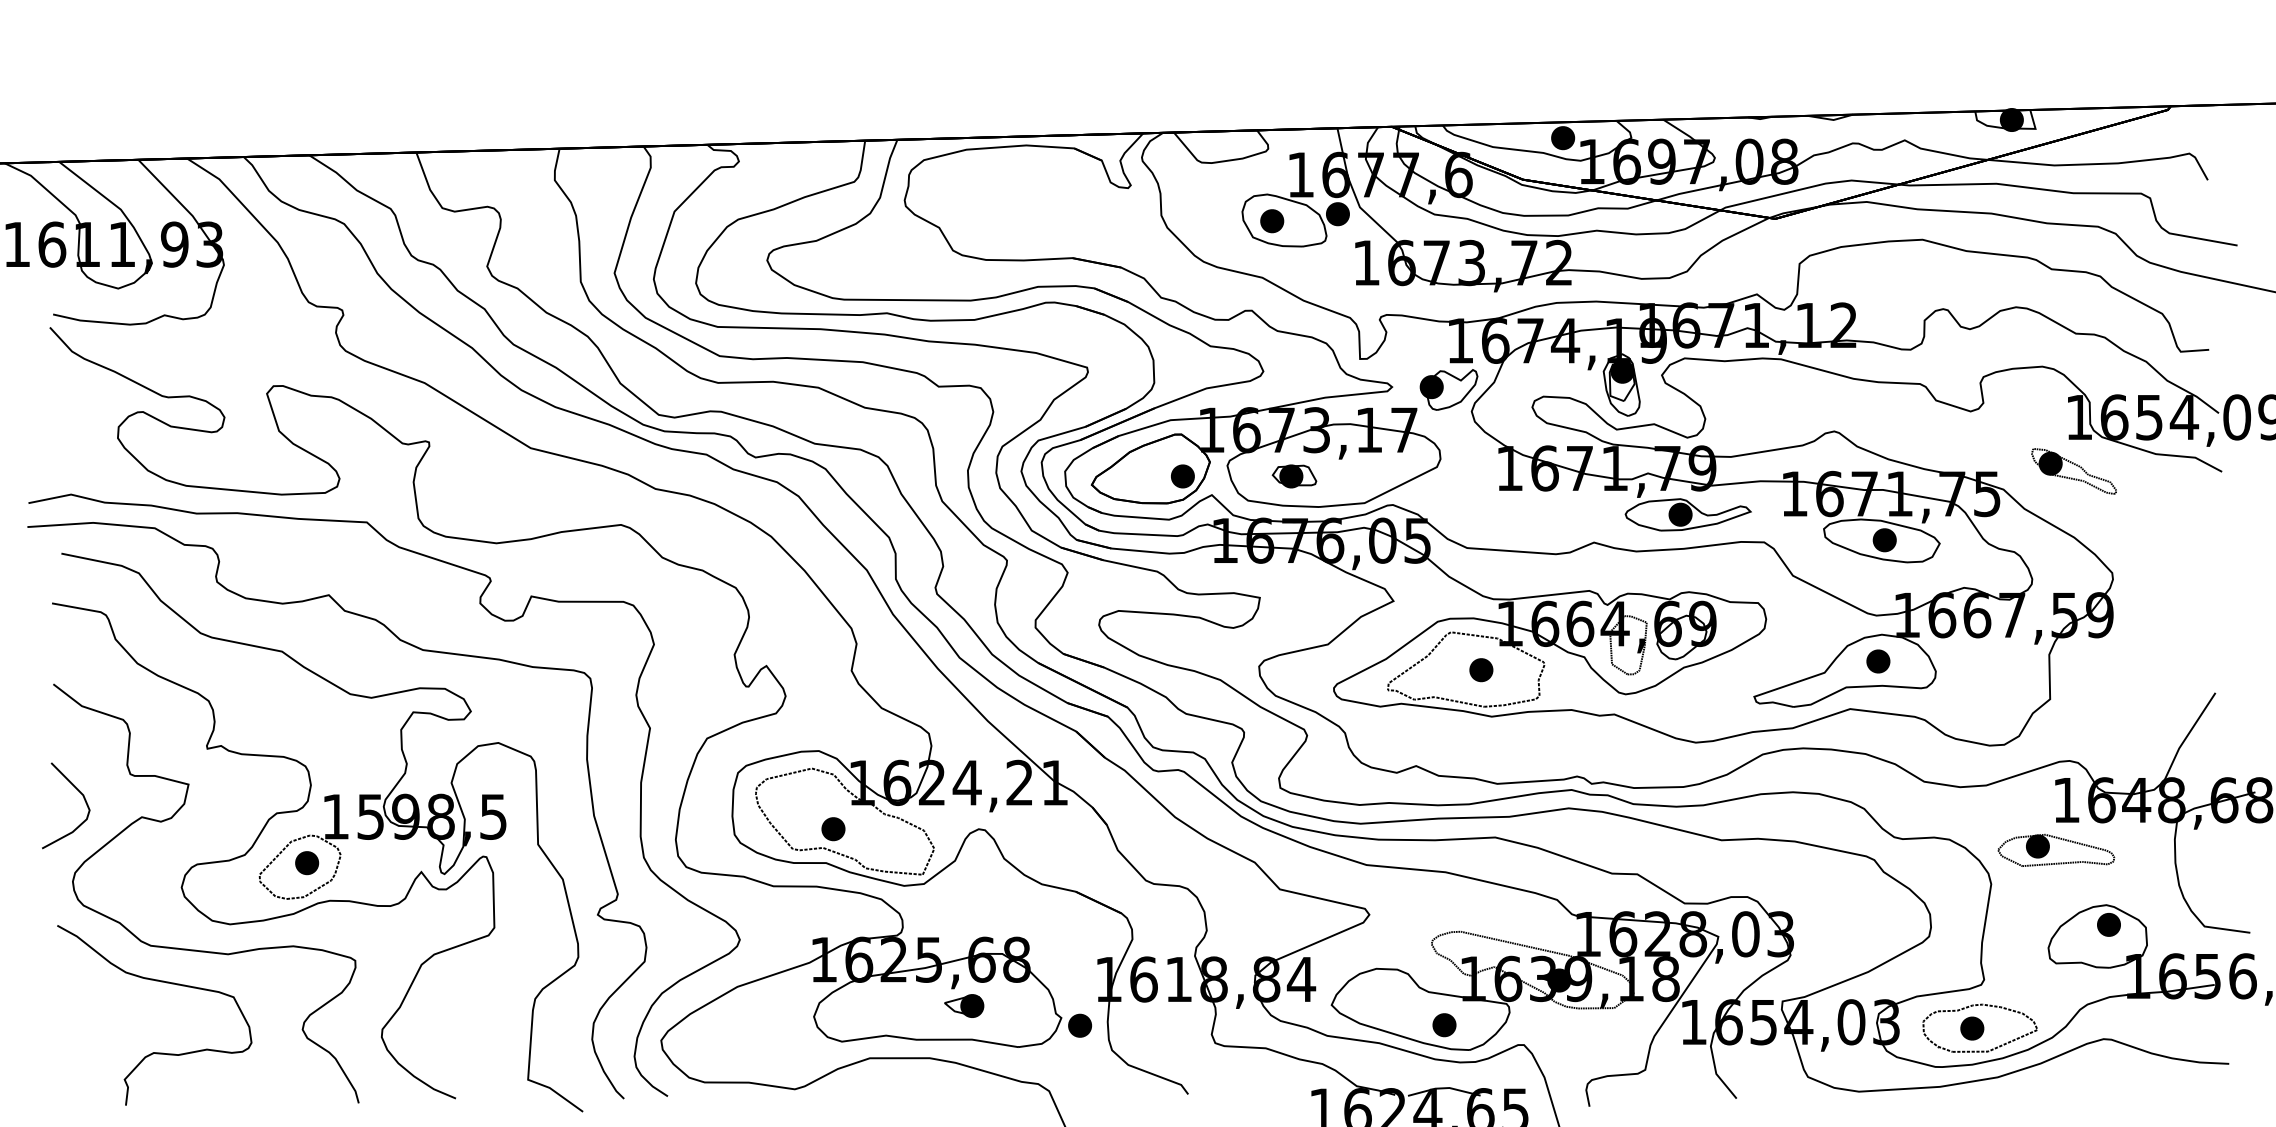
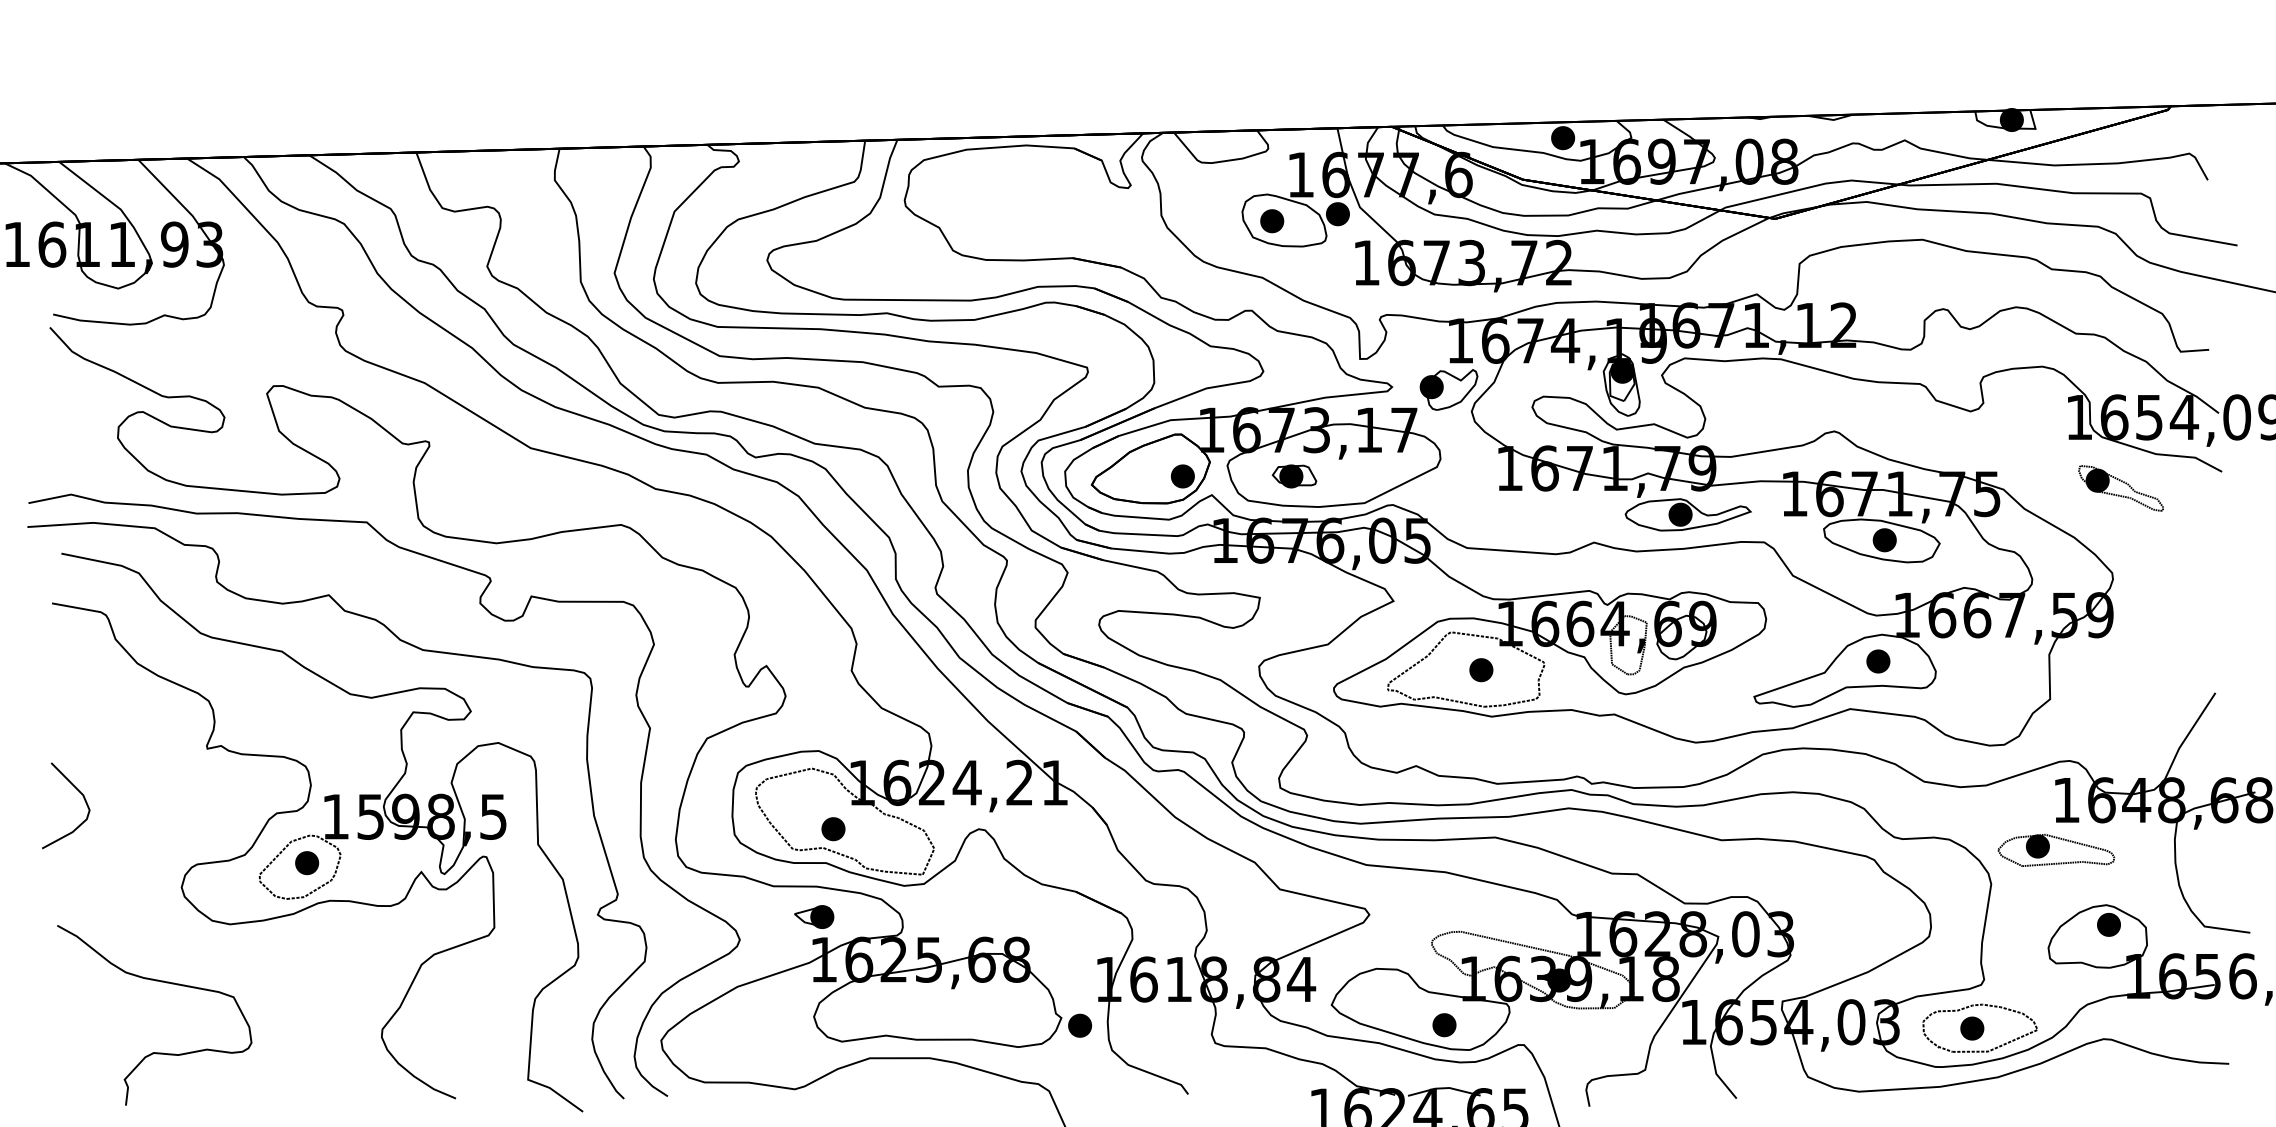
part at (2073, 471) position: (2073, 471) -> (2120, 488)
part at (196, 949): present -> none
part at (964, 1005) position: (964, 1005) -> (814, 916)
